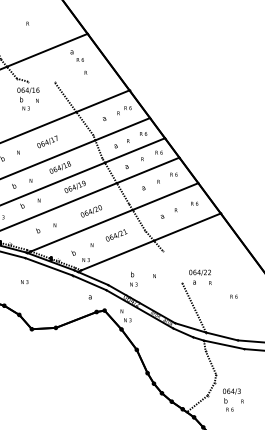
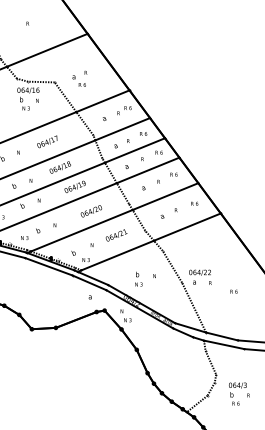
text at (76, 55) position: (76, 55) -> (78, 80)
line at (41, 81): none -> present
line at (172, 266): none -> present
text at (133, 278) position: (133, 278) -> (138, 278)
text at (24, 281) position: (24, 281) -> (24, 237)
text at (233, 296) position: (233, 296) -> (233, 291)
text at (233, 399) position: (233, 399) -> (239, 393)
